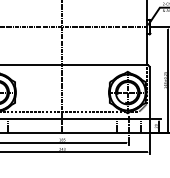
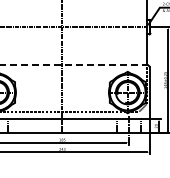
line at (74, 65): solid -> dashed
